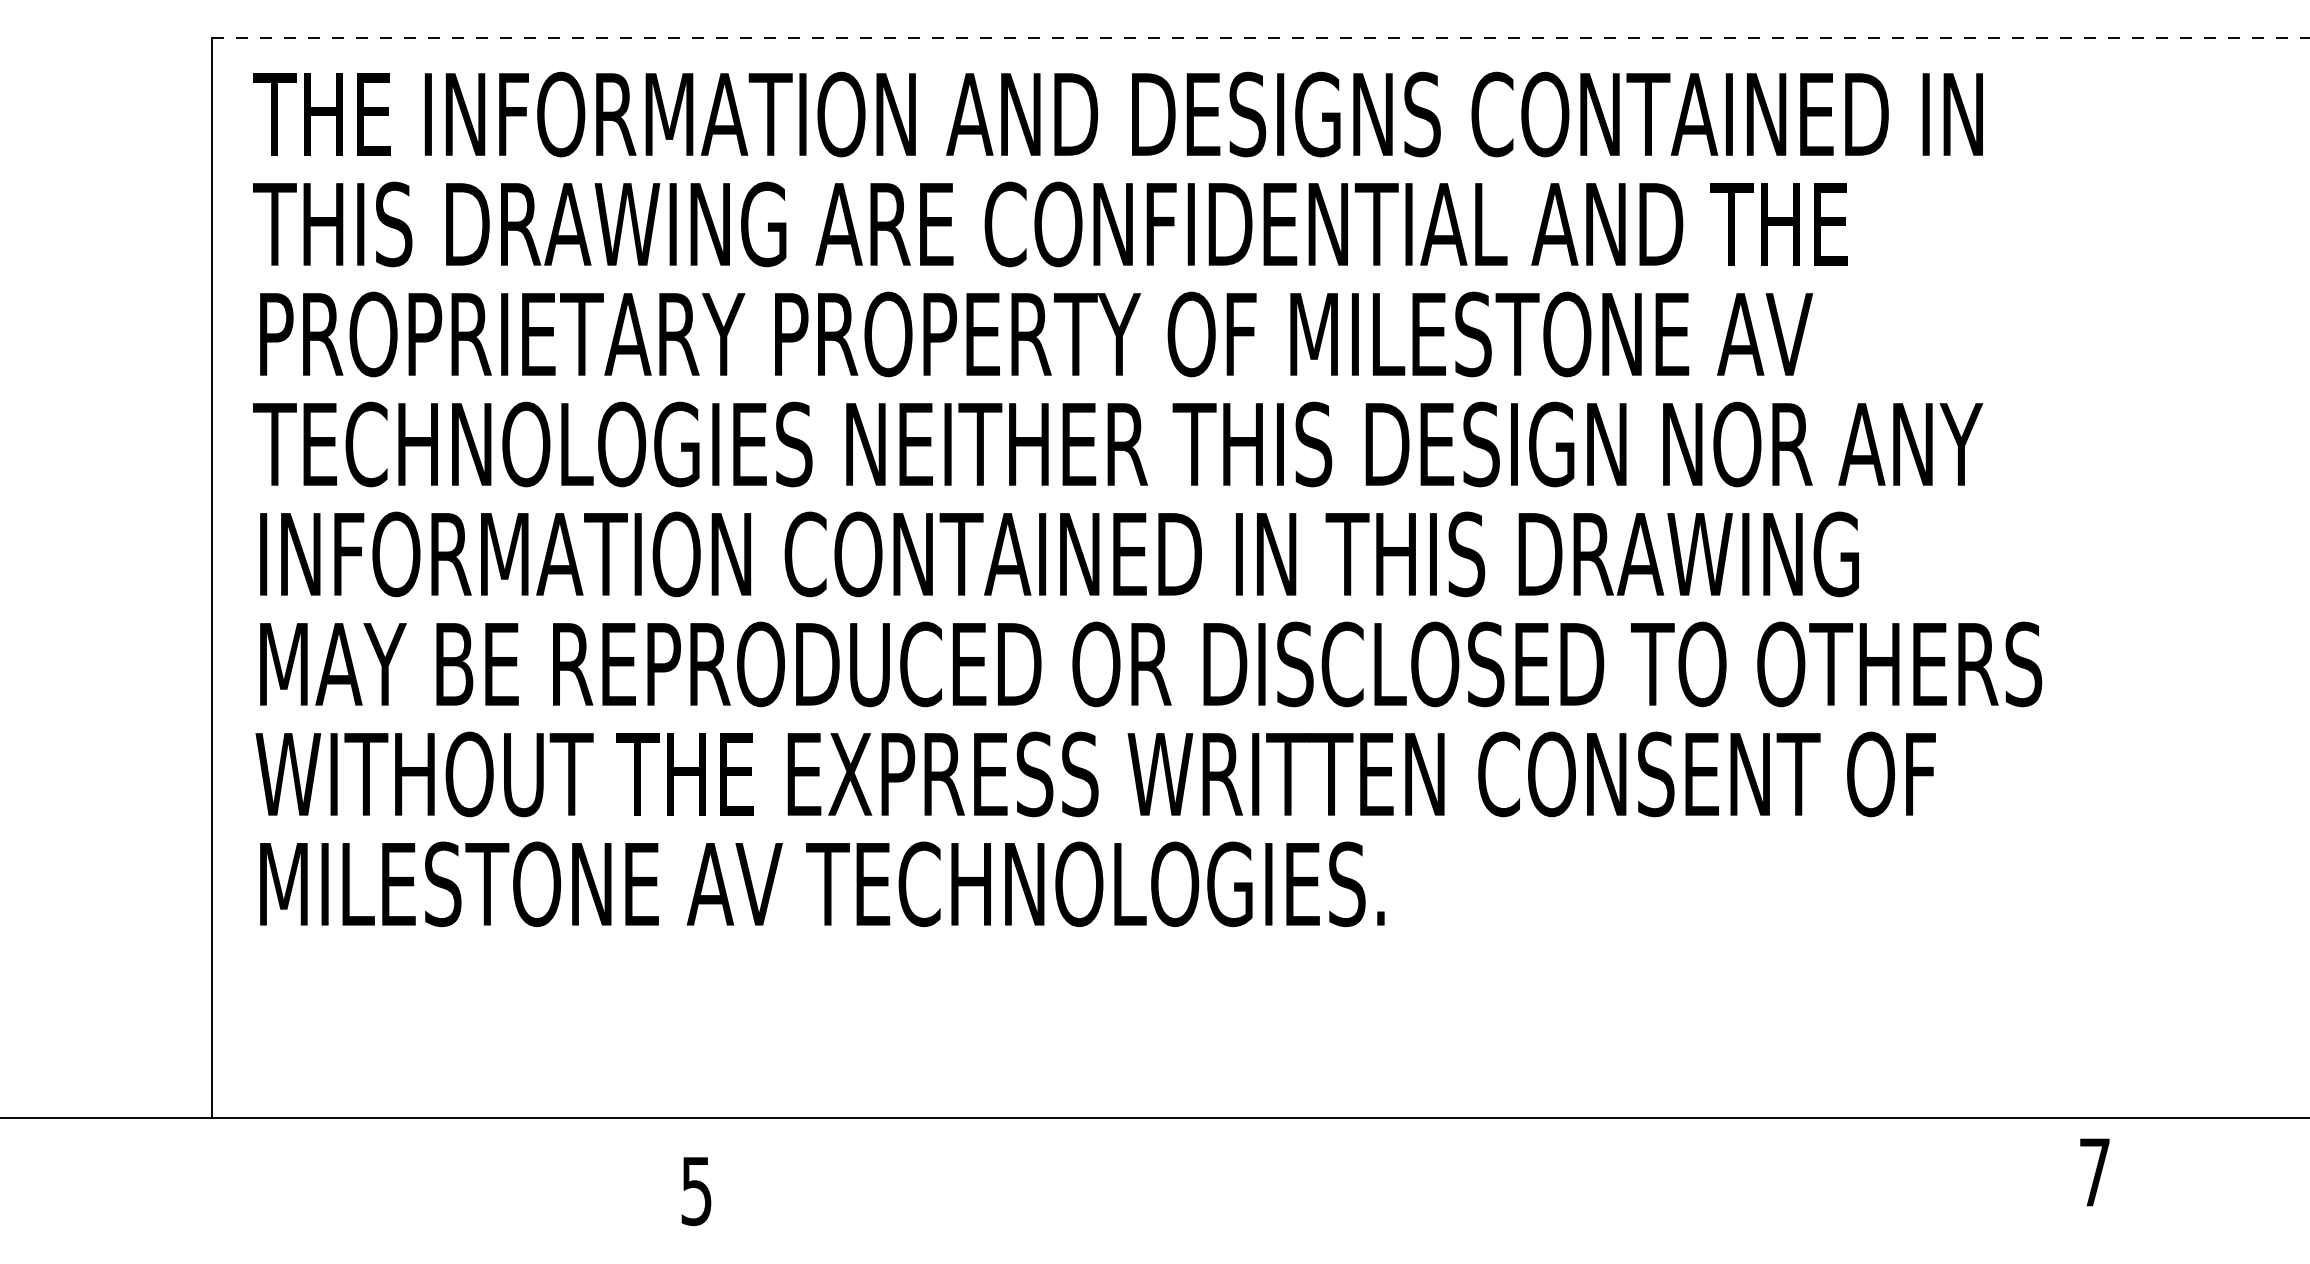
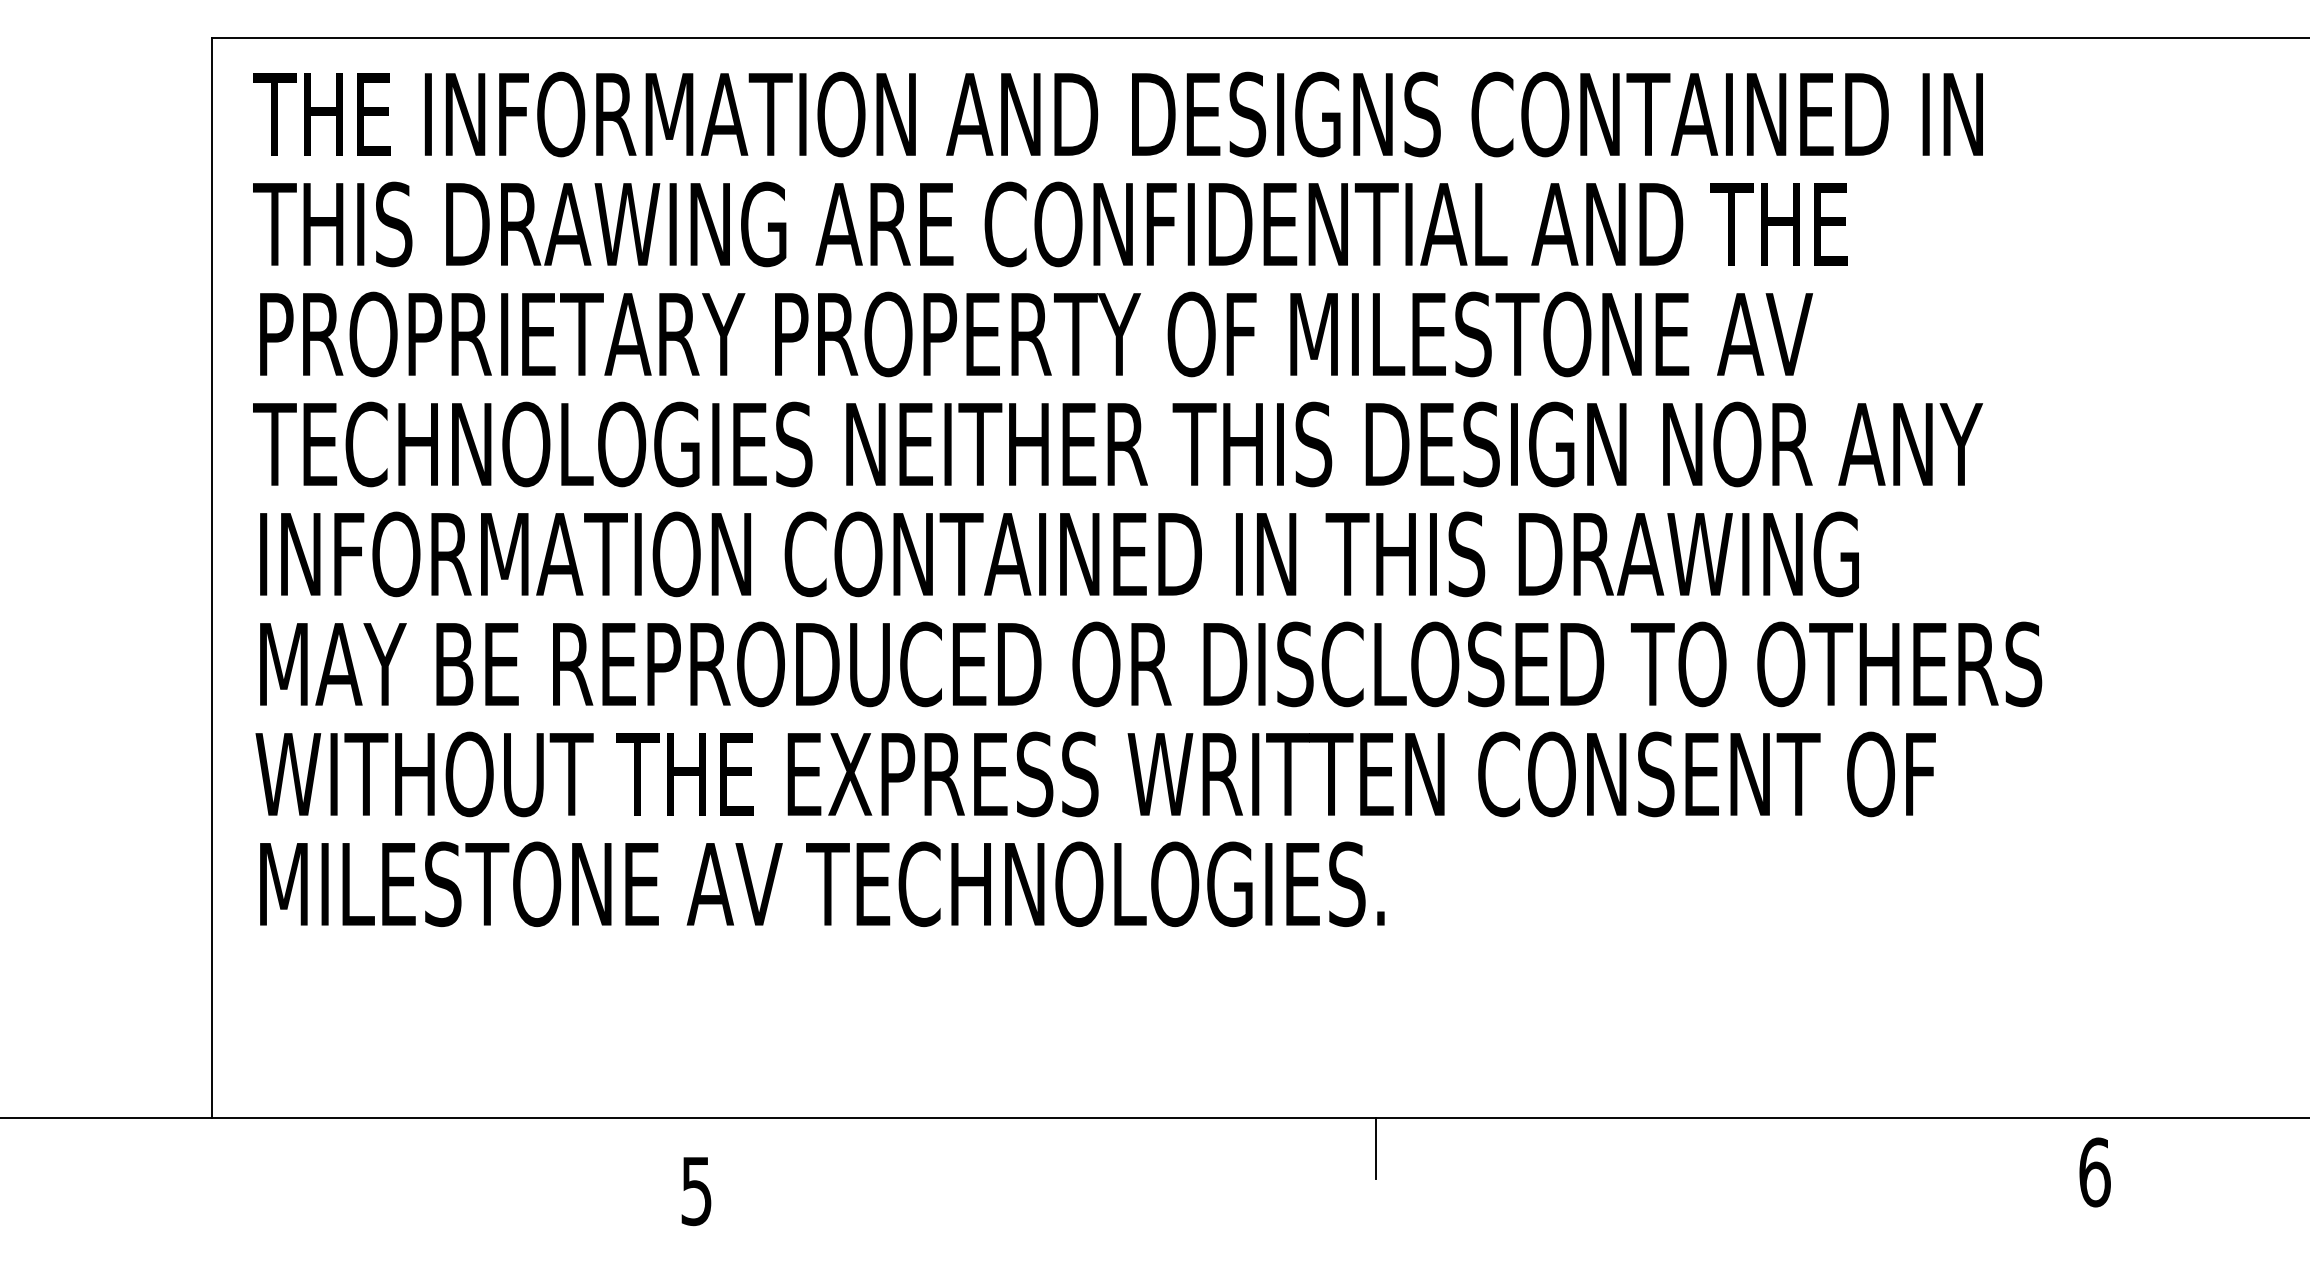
line at (1260, 37): dashed -> solid
line at (1376, 1147): none -> present
text at (2094, 1172): 7 -> 6
